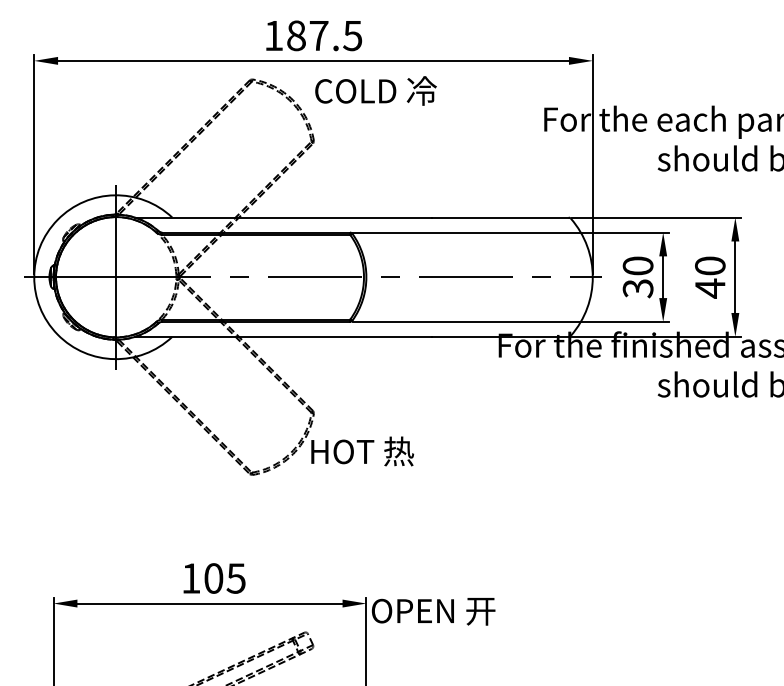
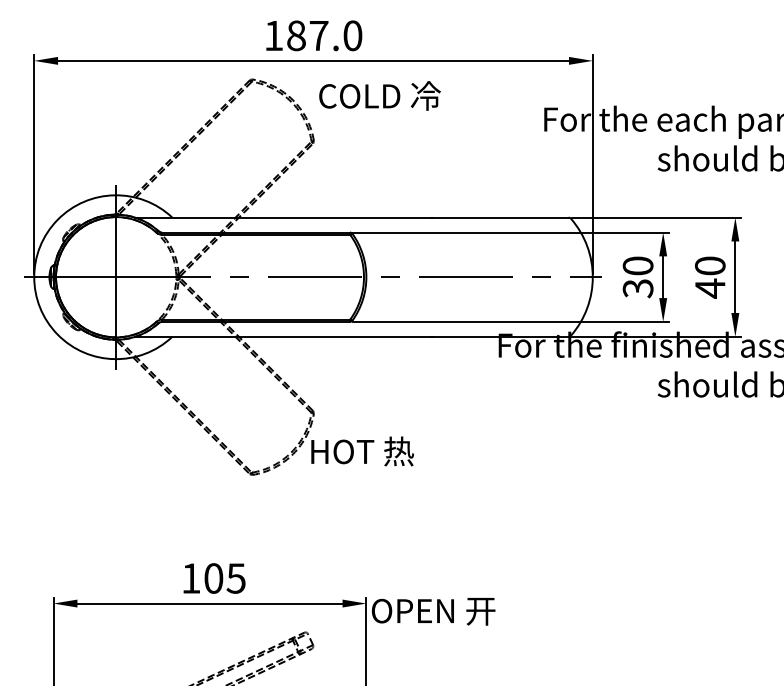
text at (352, 35): 187.5 -> 187.0
text at (375, 90) position: (375, 90) -> (379, 95)
